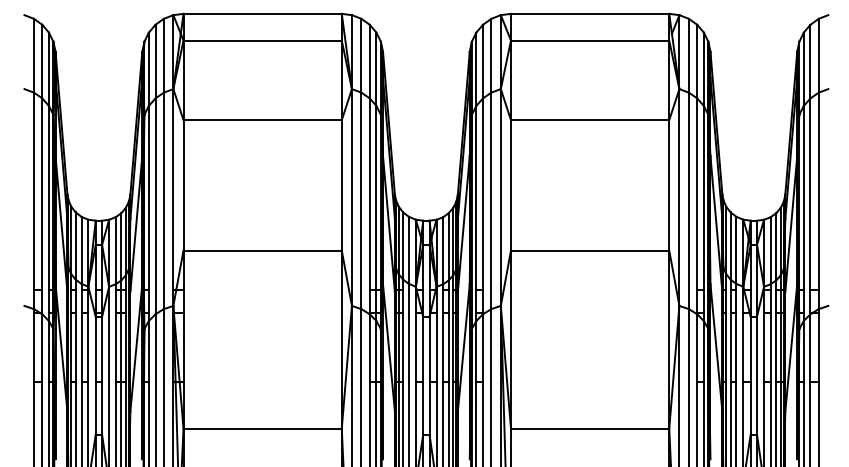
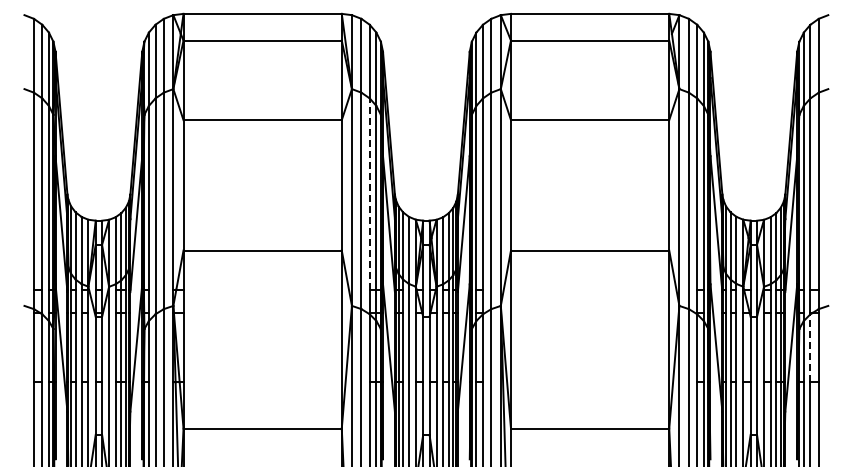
line at (369, 194): solid -> dashed
line at (810, 347): solid -> dashed
